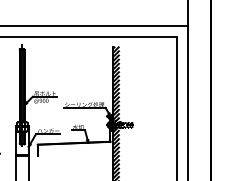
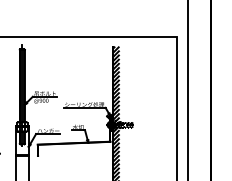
line at (94, 25): present -> none
